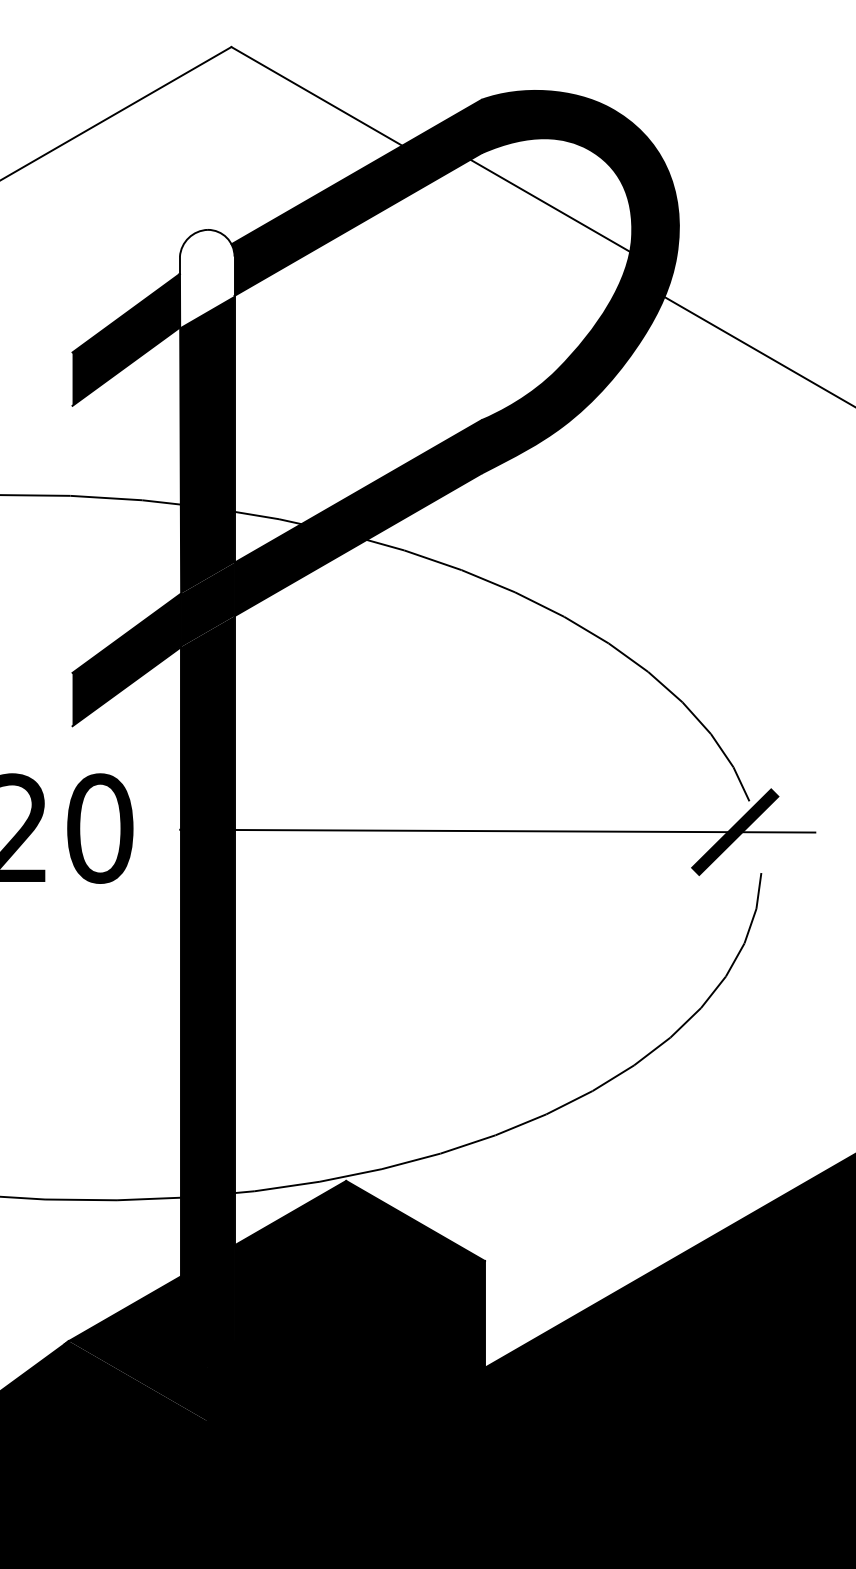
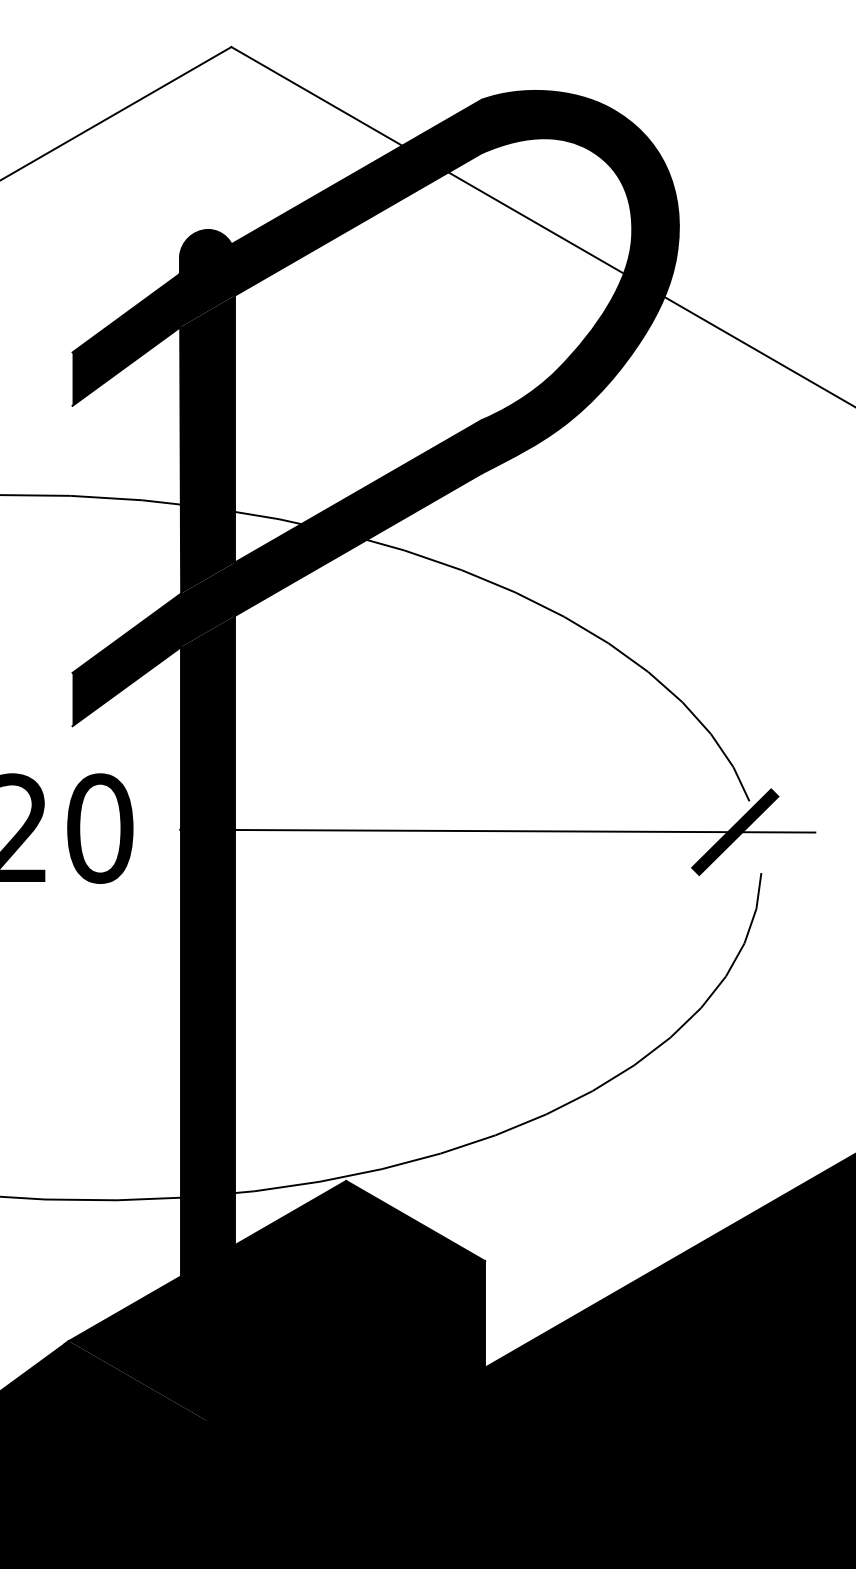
line at (546, 203) position: (546, 203) -> (535, 222)
fill at (206, 278): none -> present
